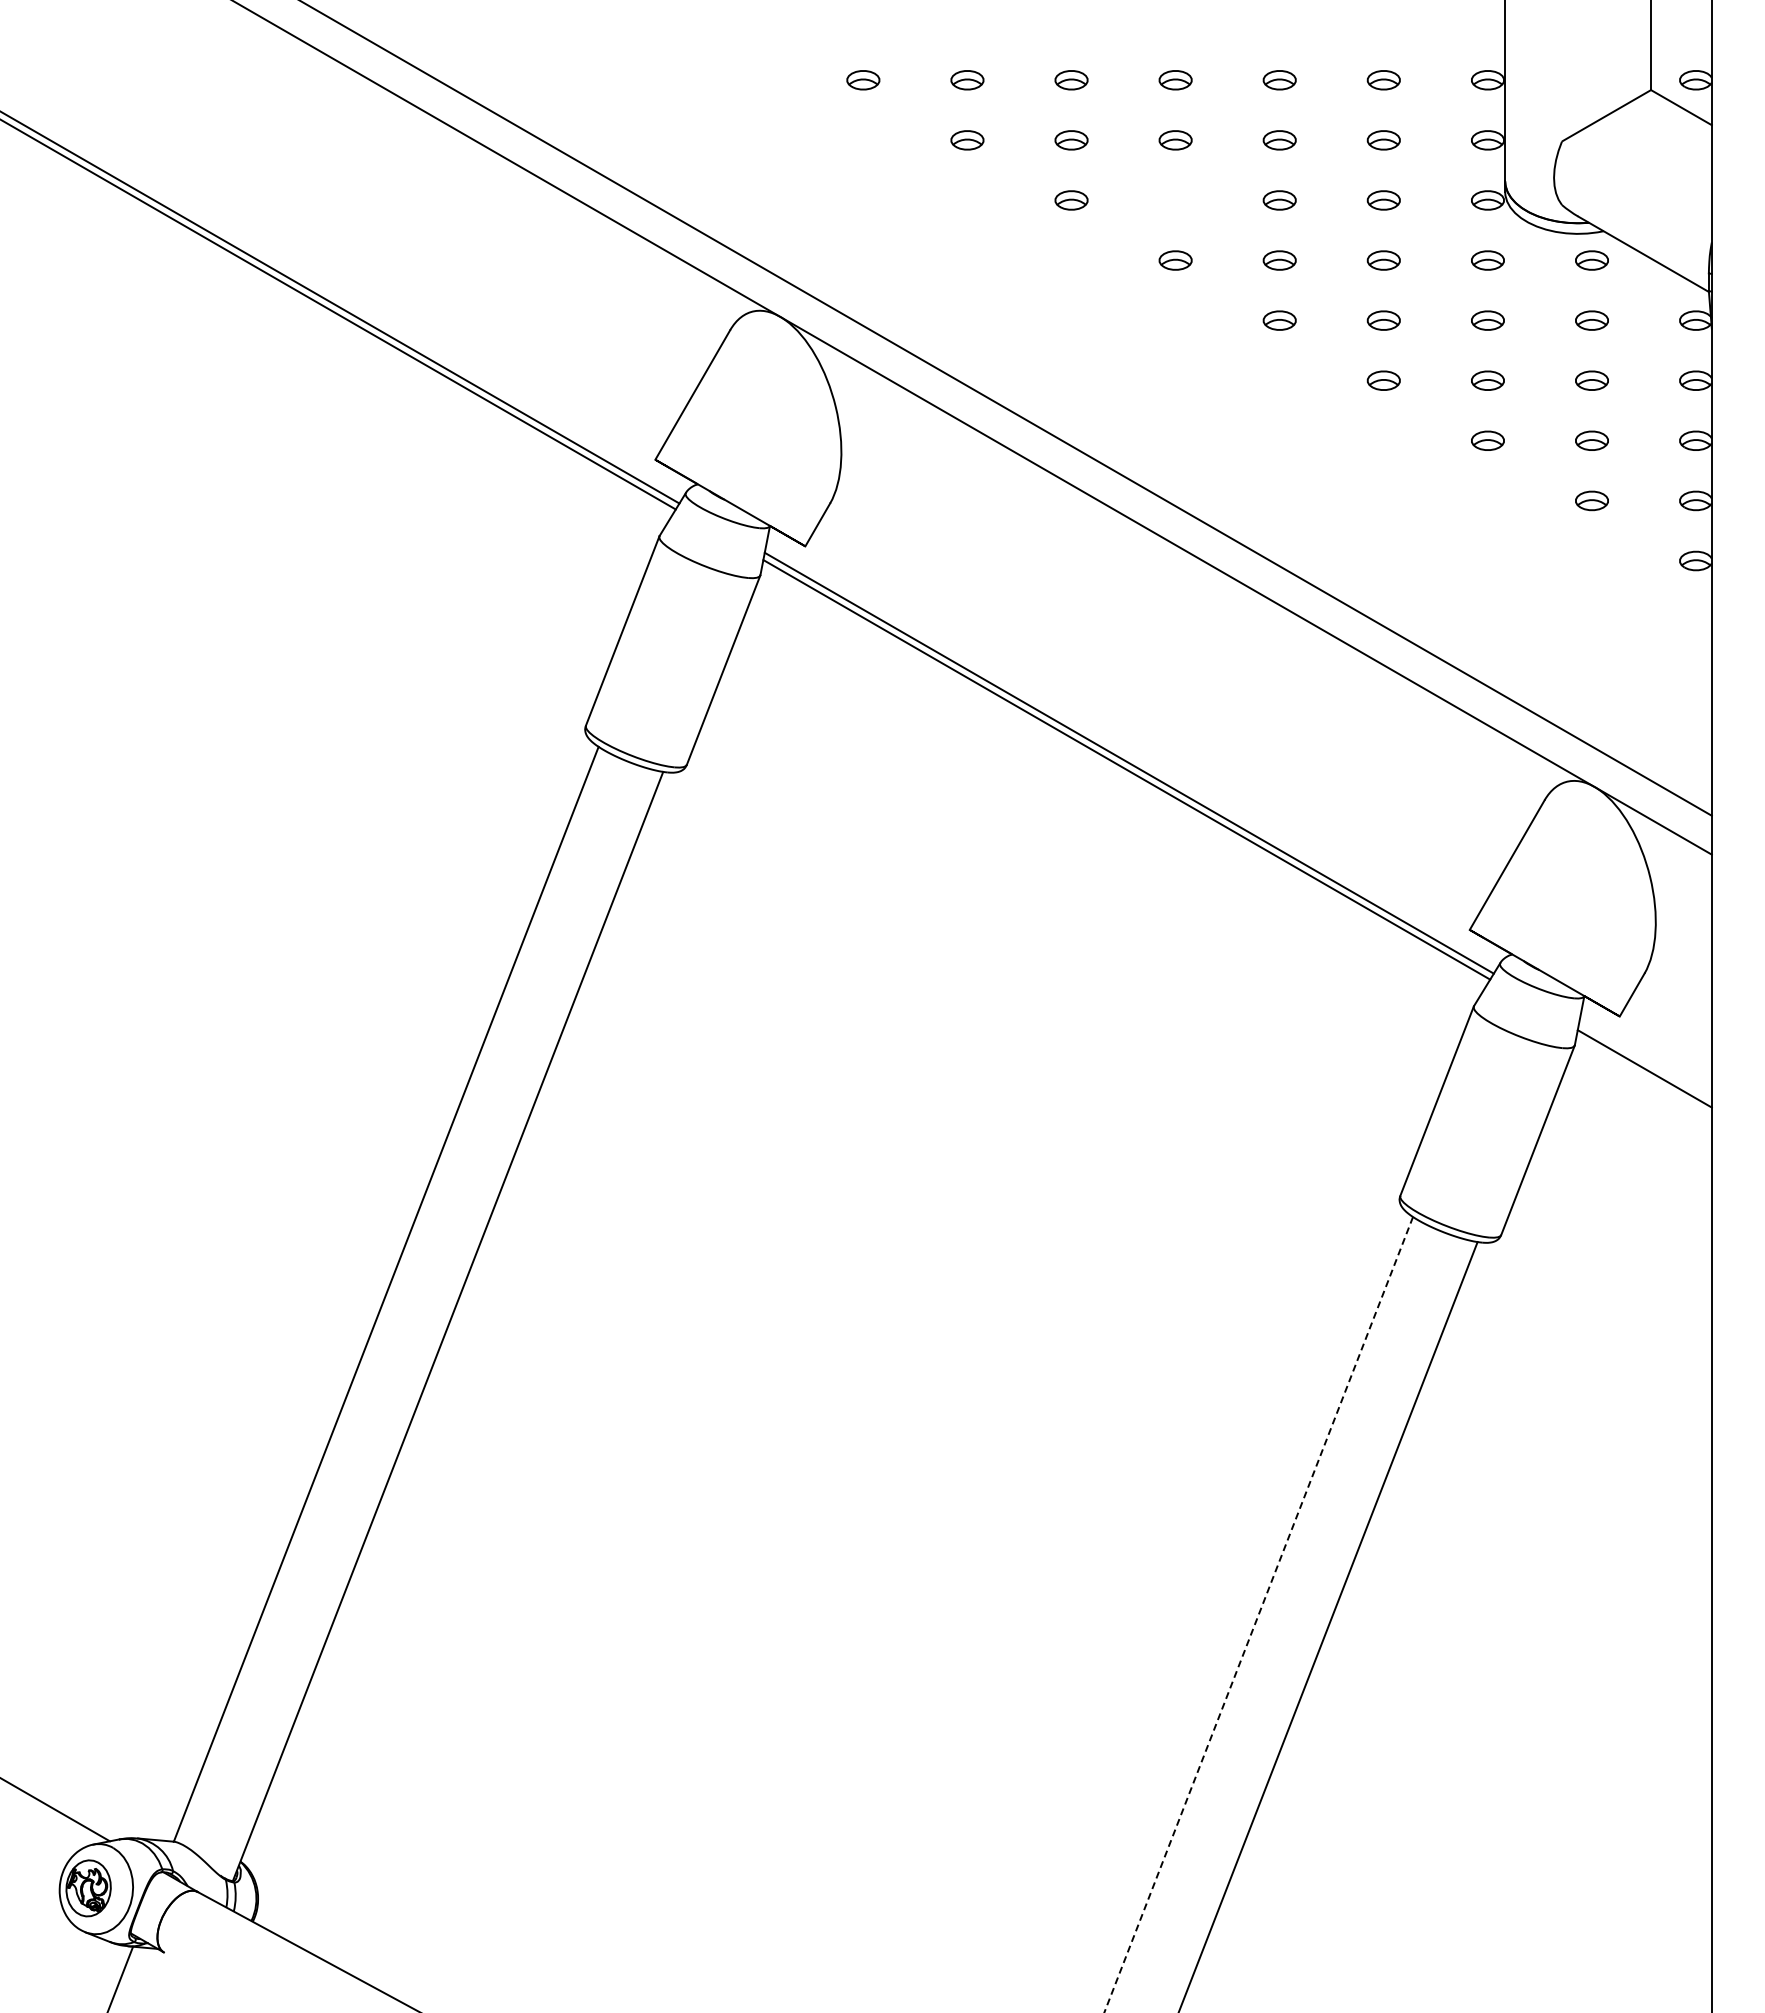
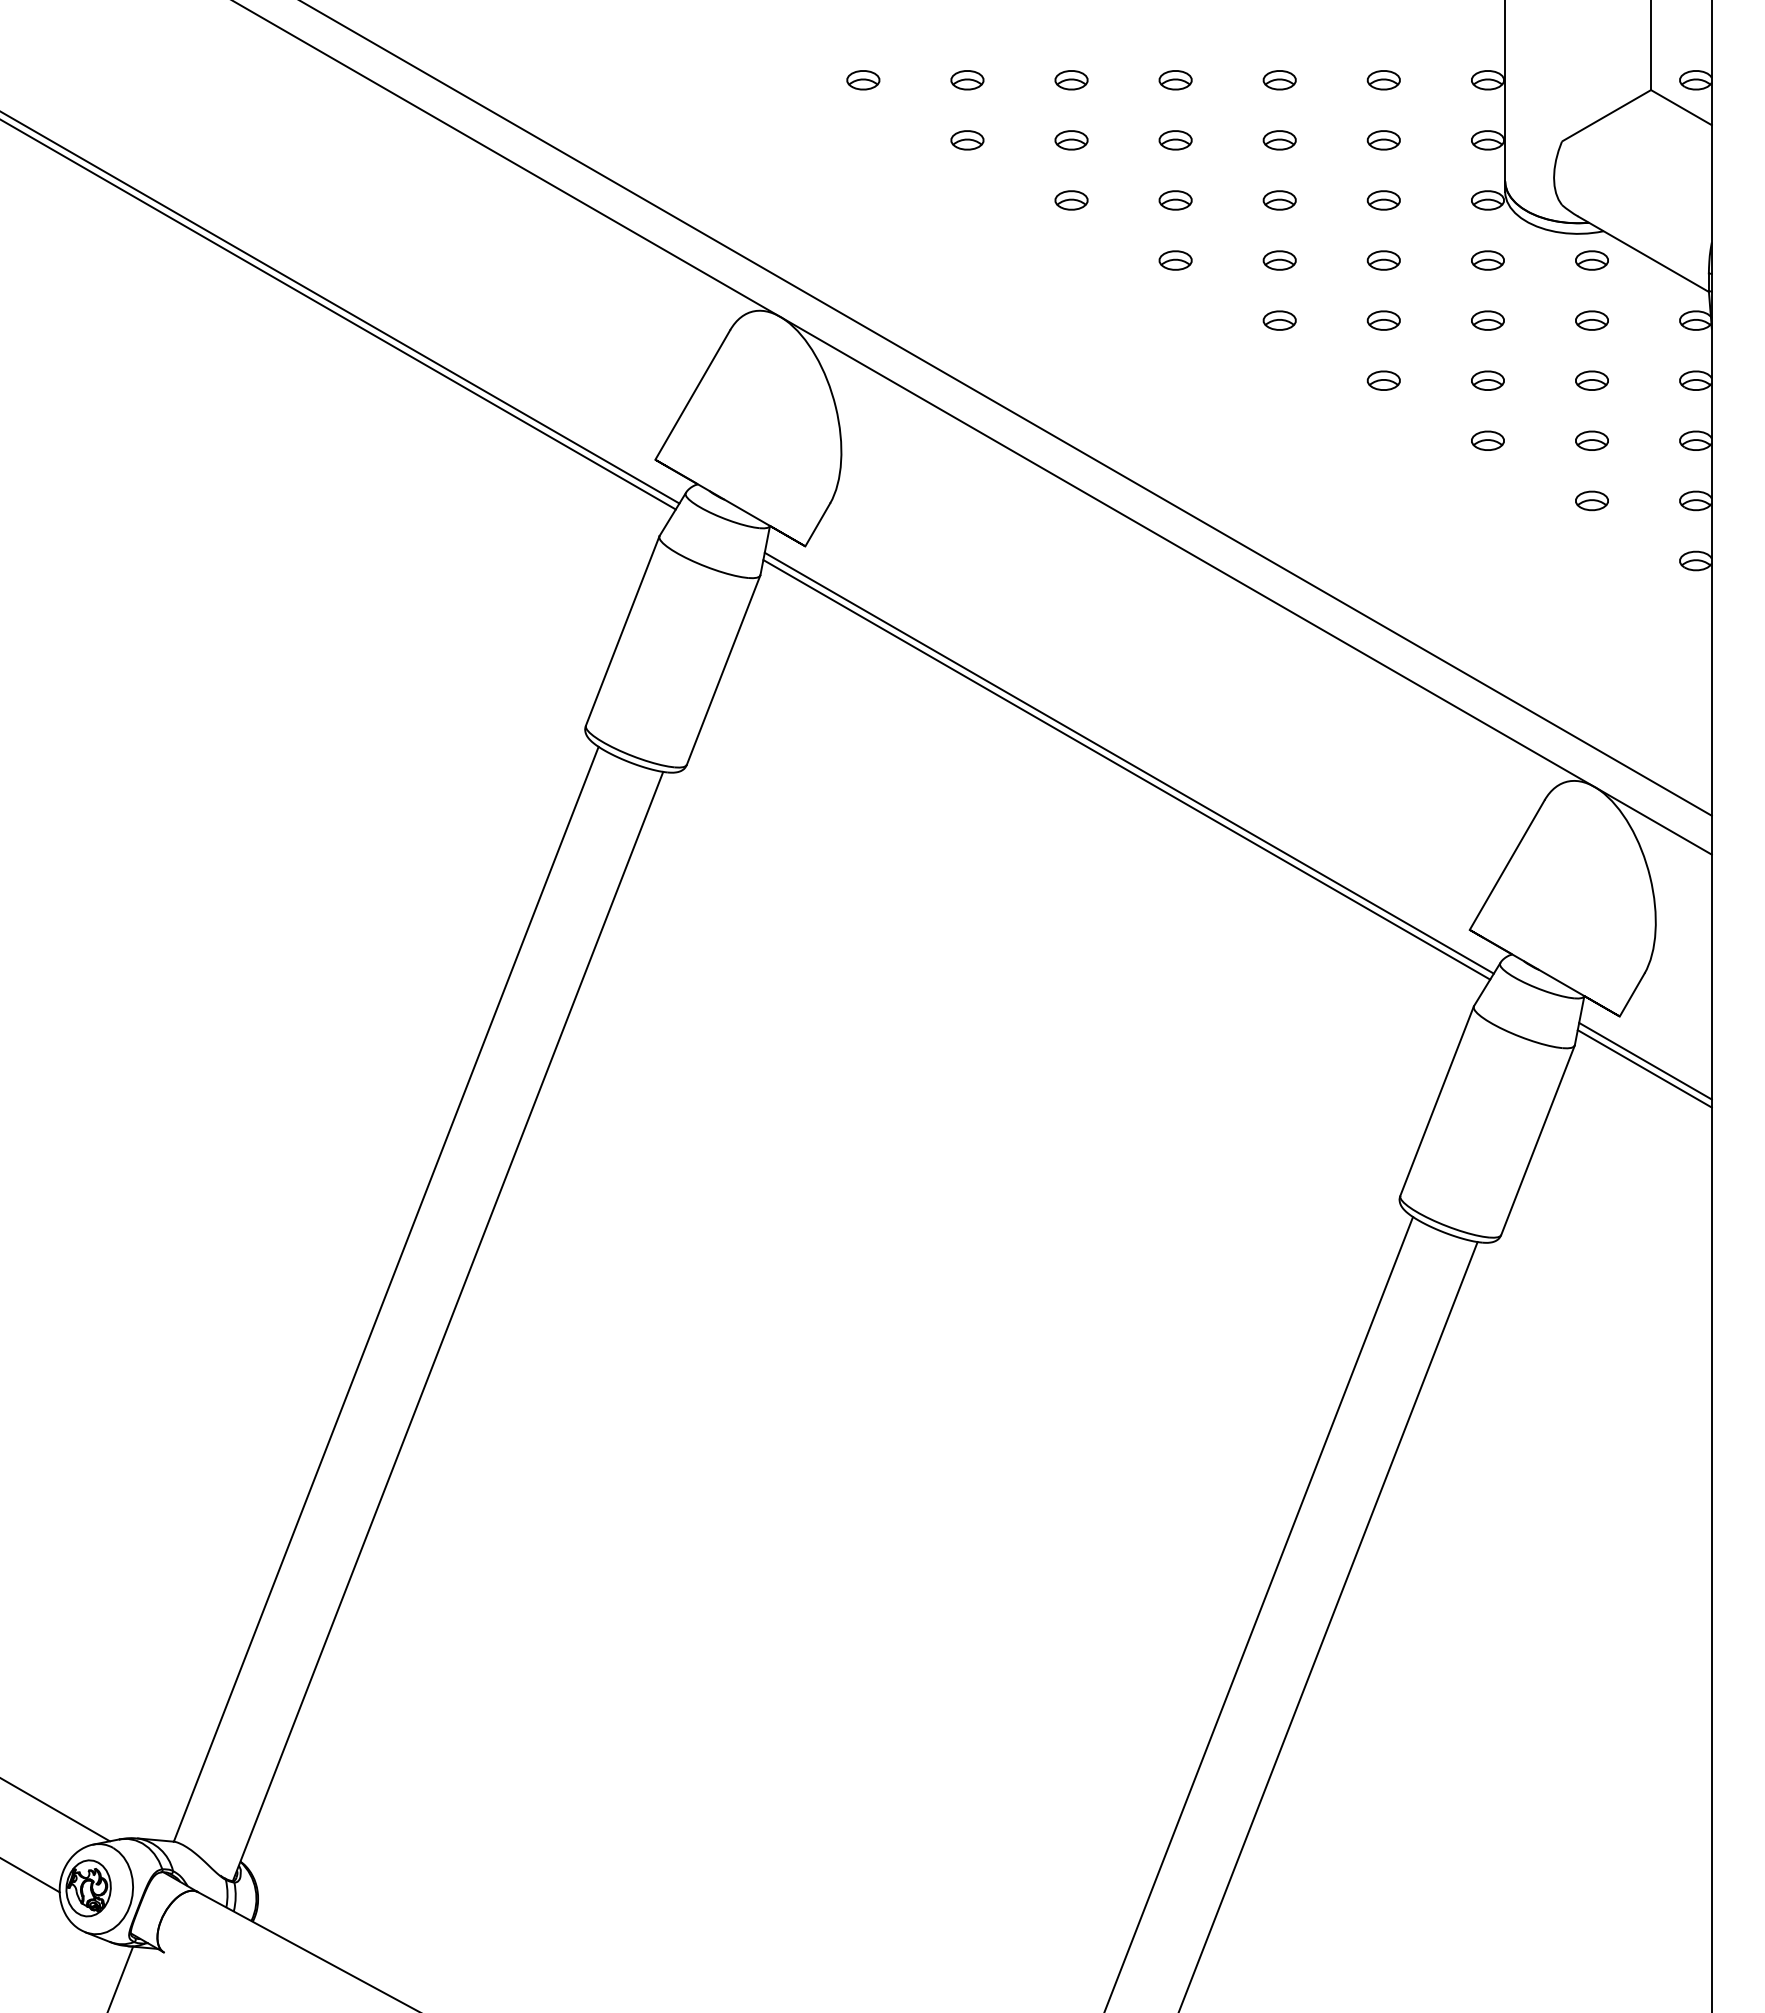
part at (1175, 200): none -> present
line at (1645, 1060): none -> present
line at (1258, 1614): dashed -> solid
line at (30, 1875): none -> present
